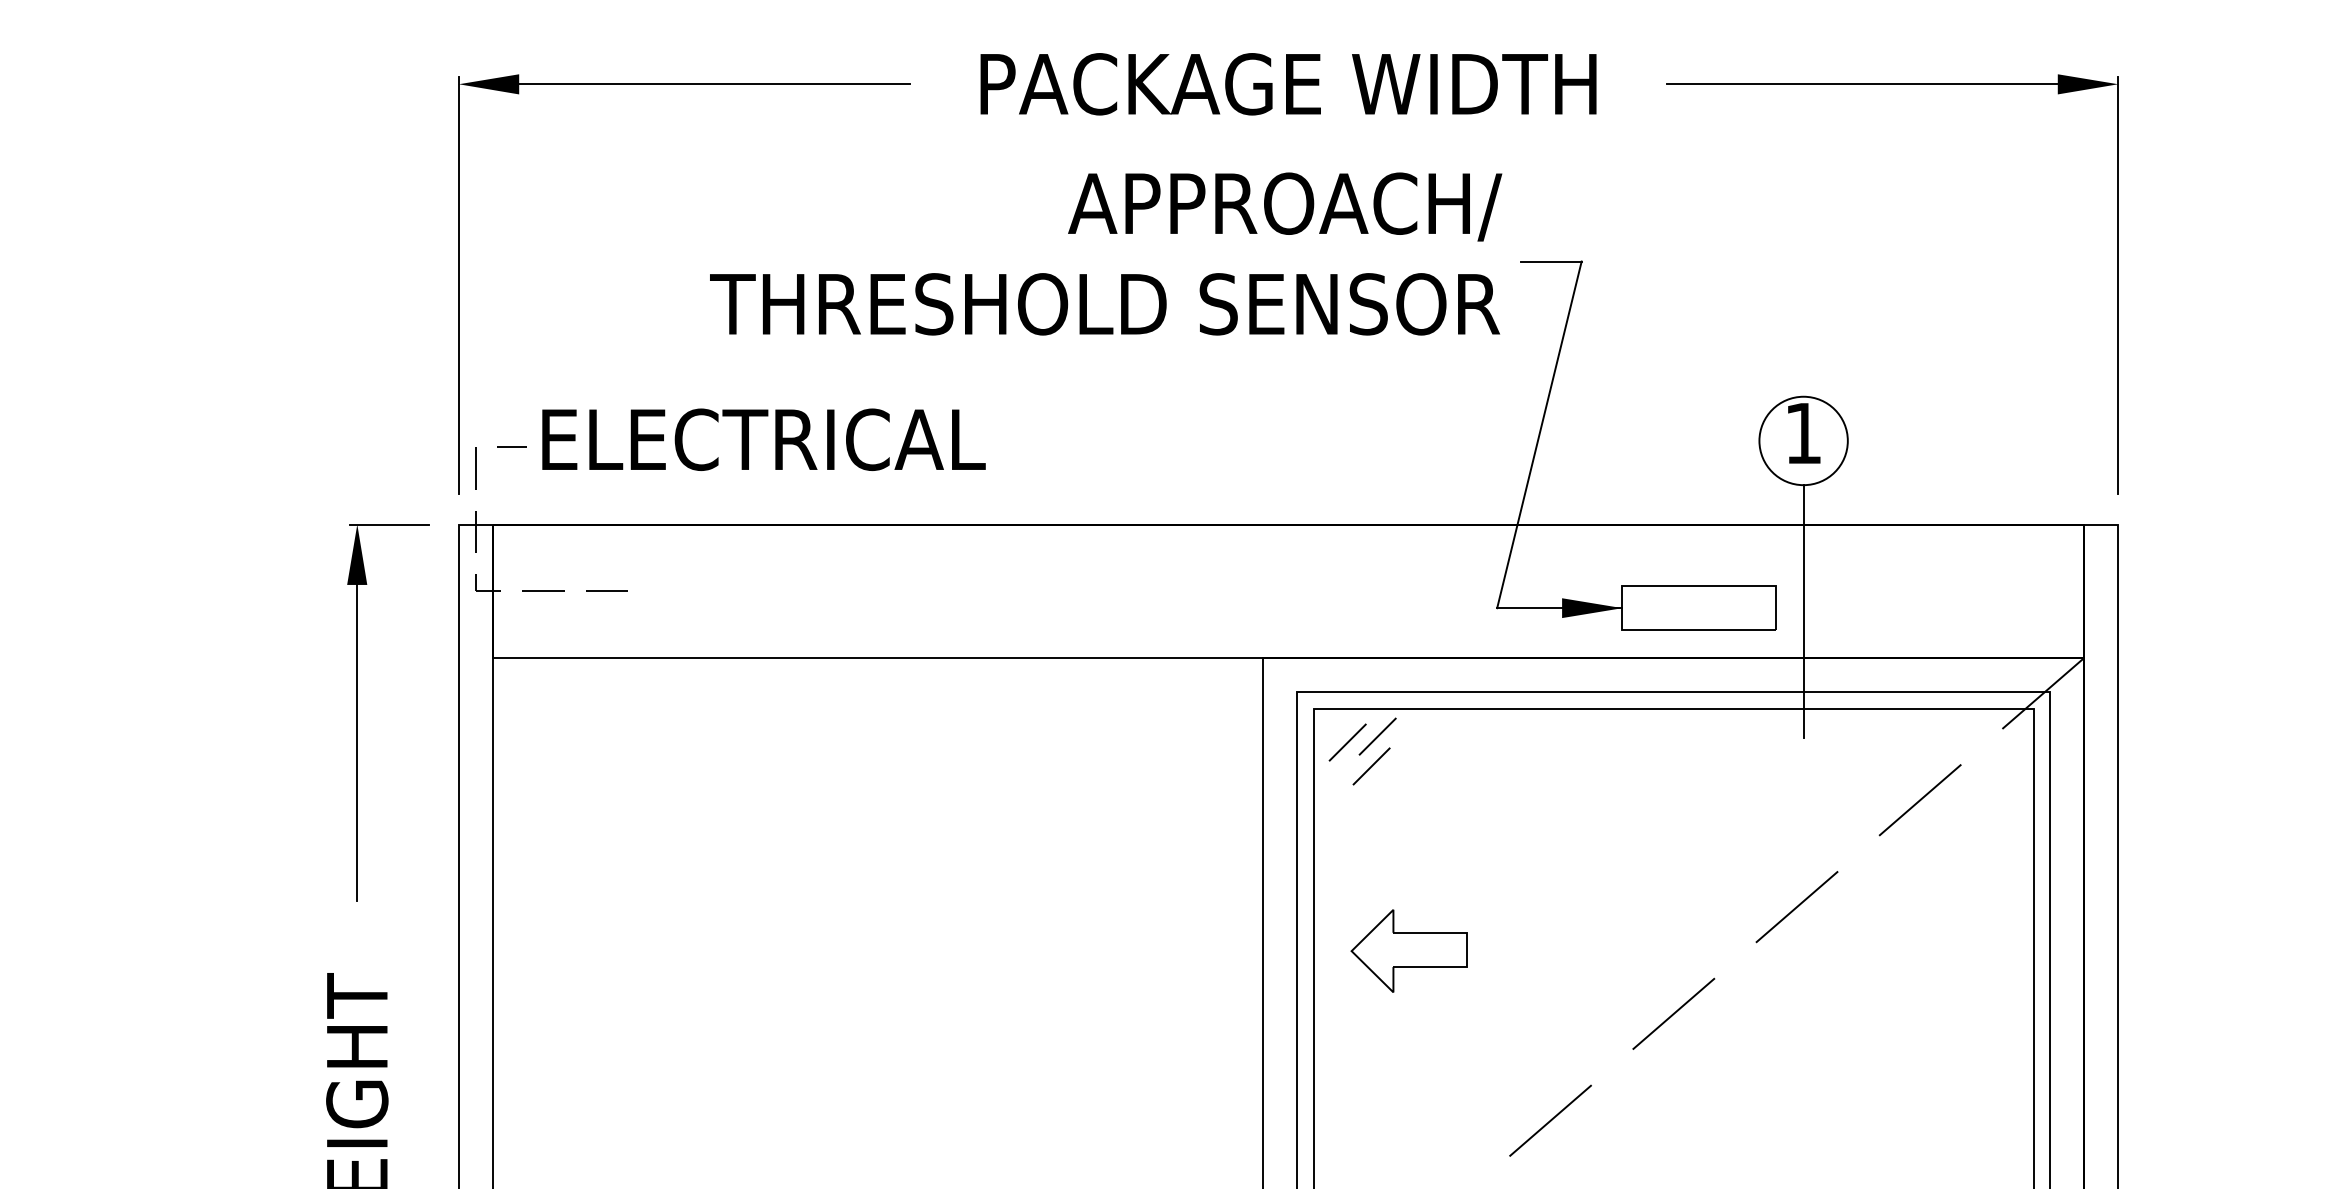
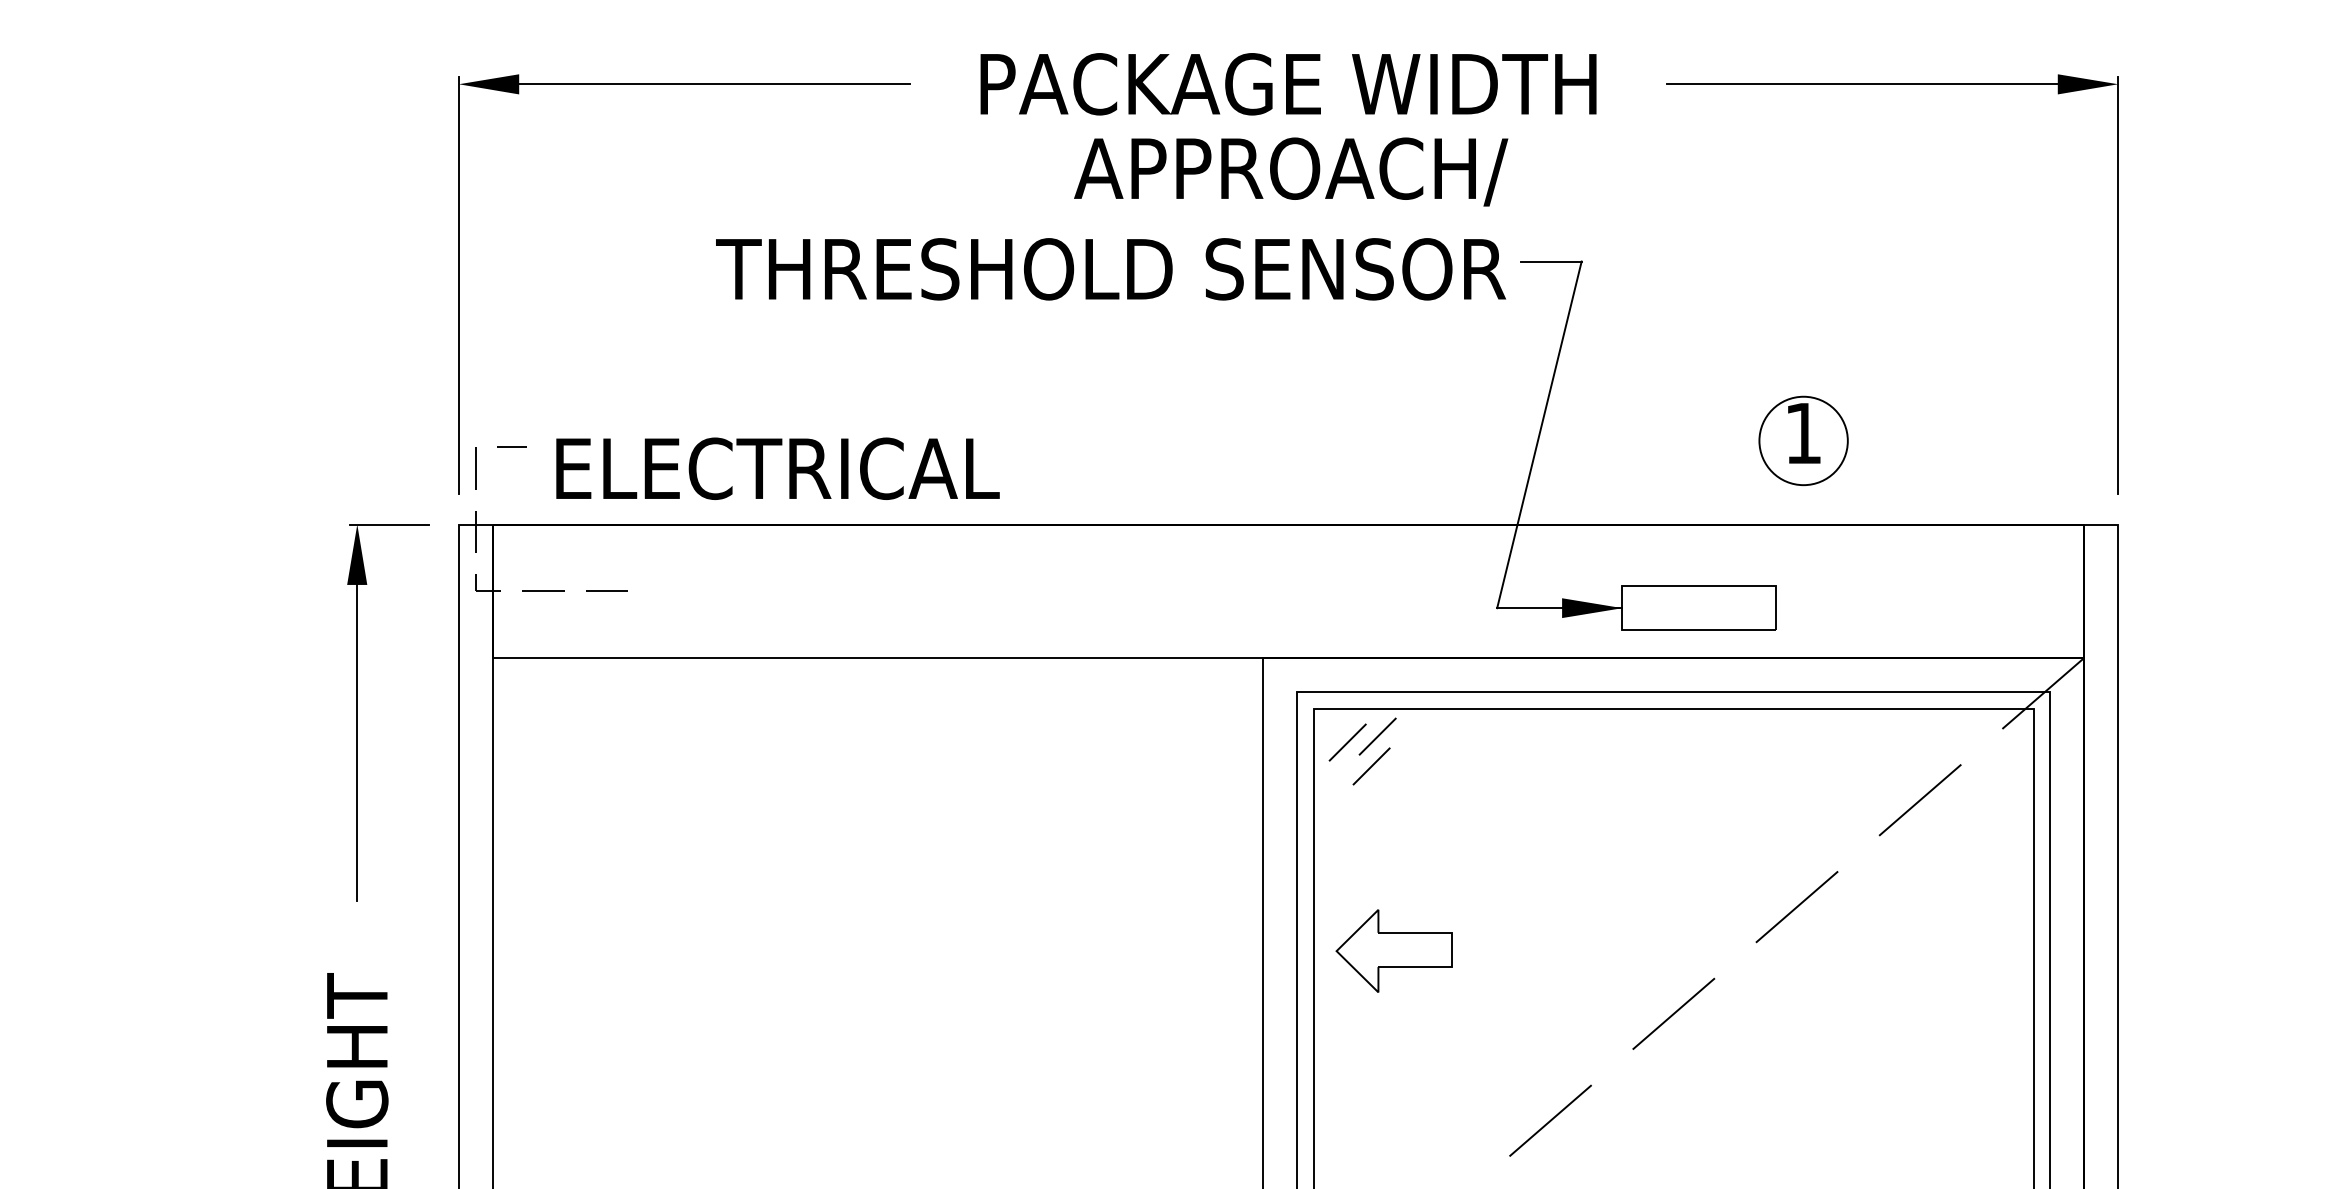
text at (1106, 253) position: (1106, 253) -> (1112, 218)
text at (763, 439) position: (763, 439) -> (777, 468)
line at (1803, 611): present -> none
part at (1408, 950) position: (1408, 950) -> (1393, 950)
